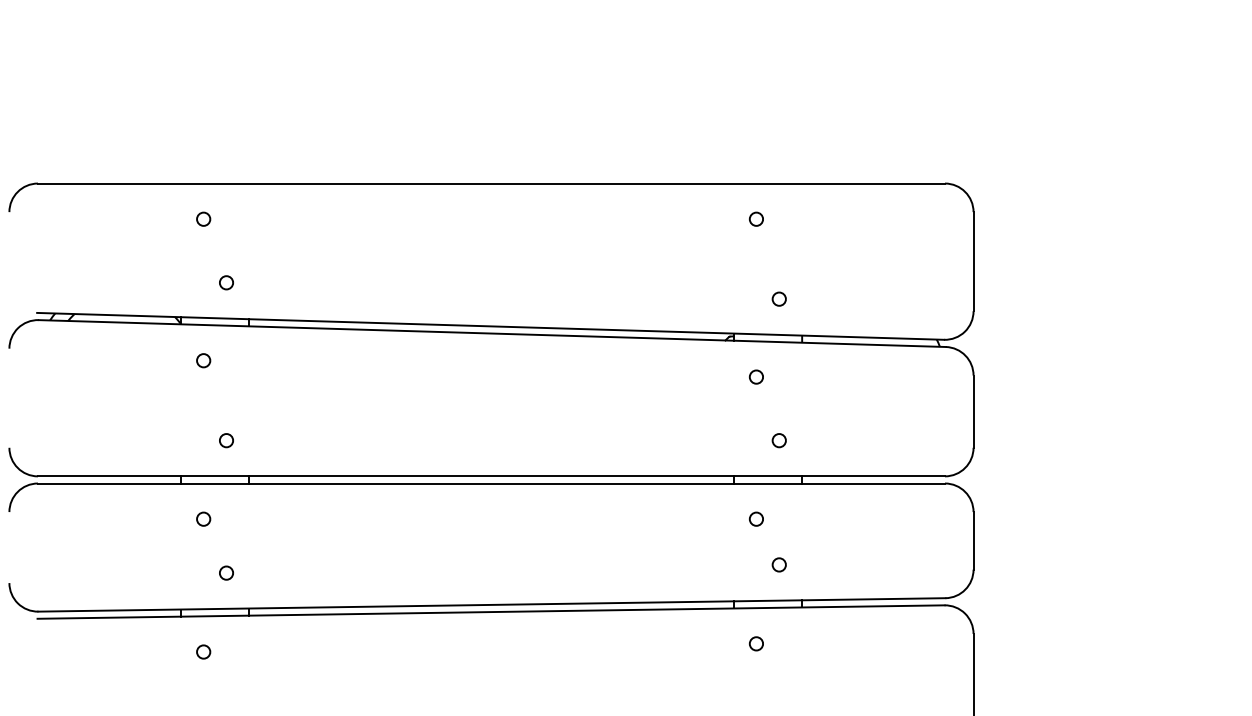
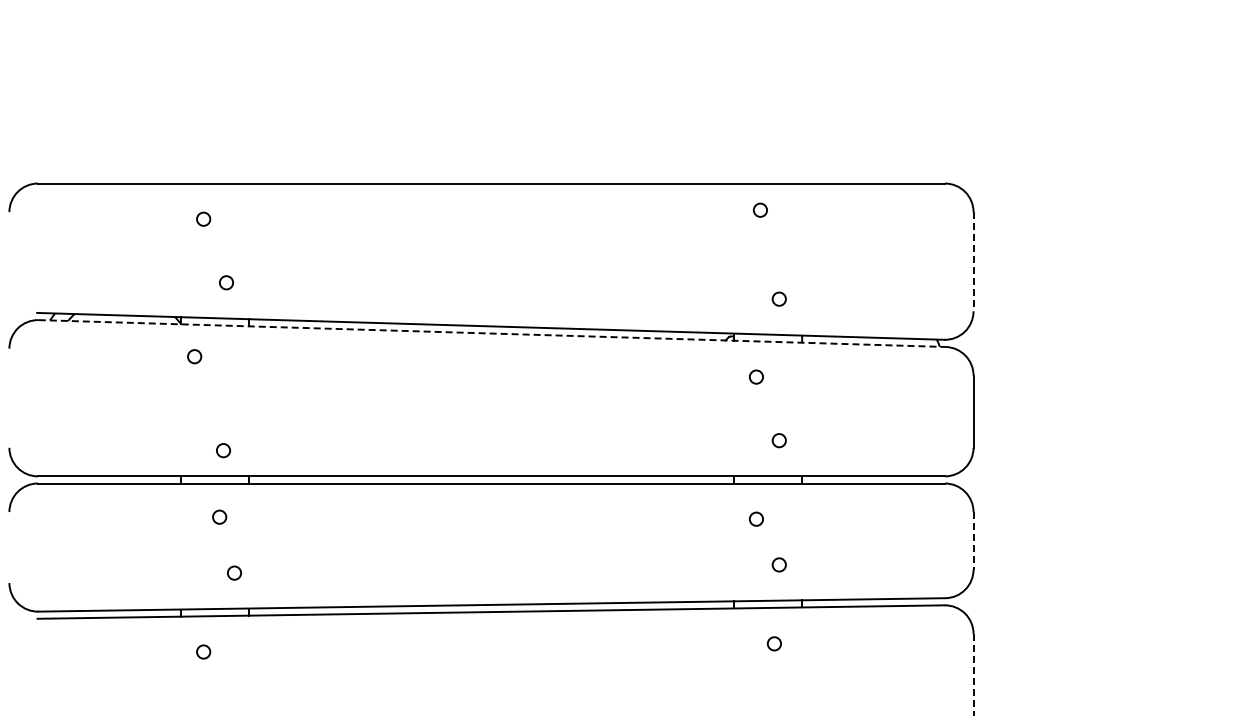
circle at (755, 218) position: (755, 218) -> (759, 209)
line at (973, 261): solid -> dashed
line at (492, 333): solid -> dashed
circle at (203, 360) position: (203, 360) -> (194, 356)
circle at (226, 440) position: (226, 440) -> (223, 450)
circle at (203, 518) position: (203, 518) -> (219, 516)
line at (973, 540): solid -> dashed
circle at (226, 572) position: (226, 572) -> (234, 572)
circle at (755, 643) position: (755, 643) -> (773, 643)
line at (973, 674): solid -> dashed
